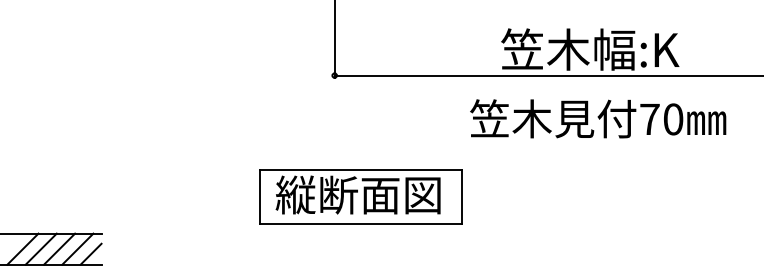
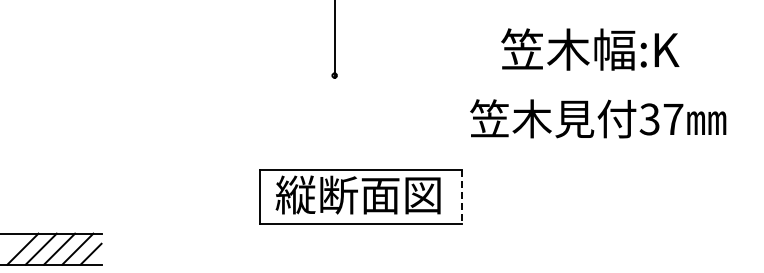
line at (547, 75): present -> none
text at (661, 119): 70 -> 37
line at (462, 197): solid -> dashed
